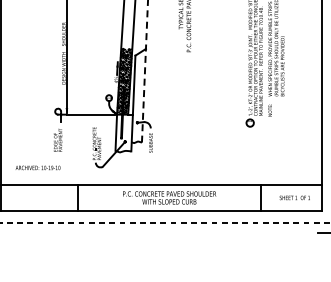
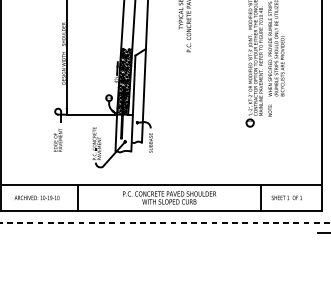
line at (145, 70): dashed -> solid
text at (37, 167) position: (37, 167) -> (36, 197)
text at (294, 197) position: (294, 197) -> (286, 197)
